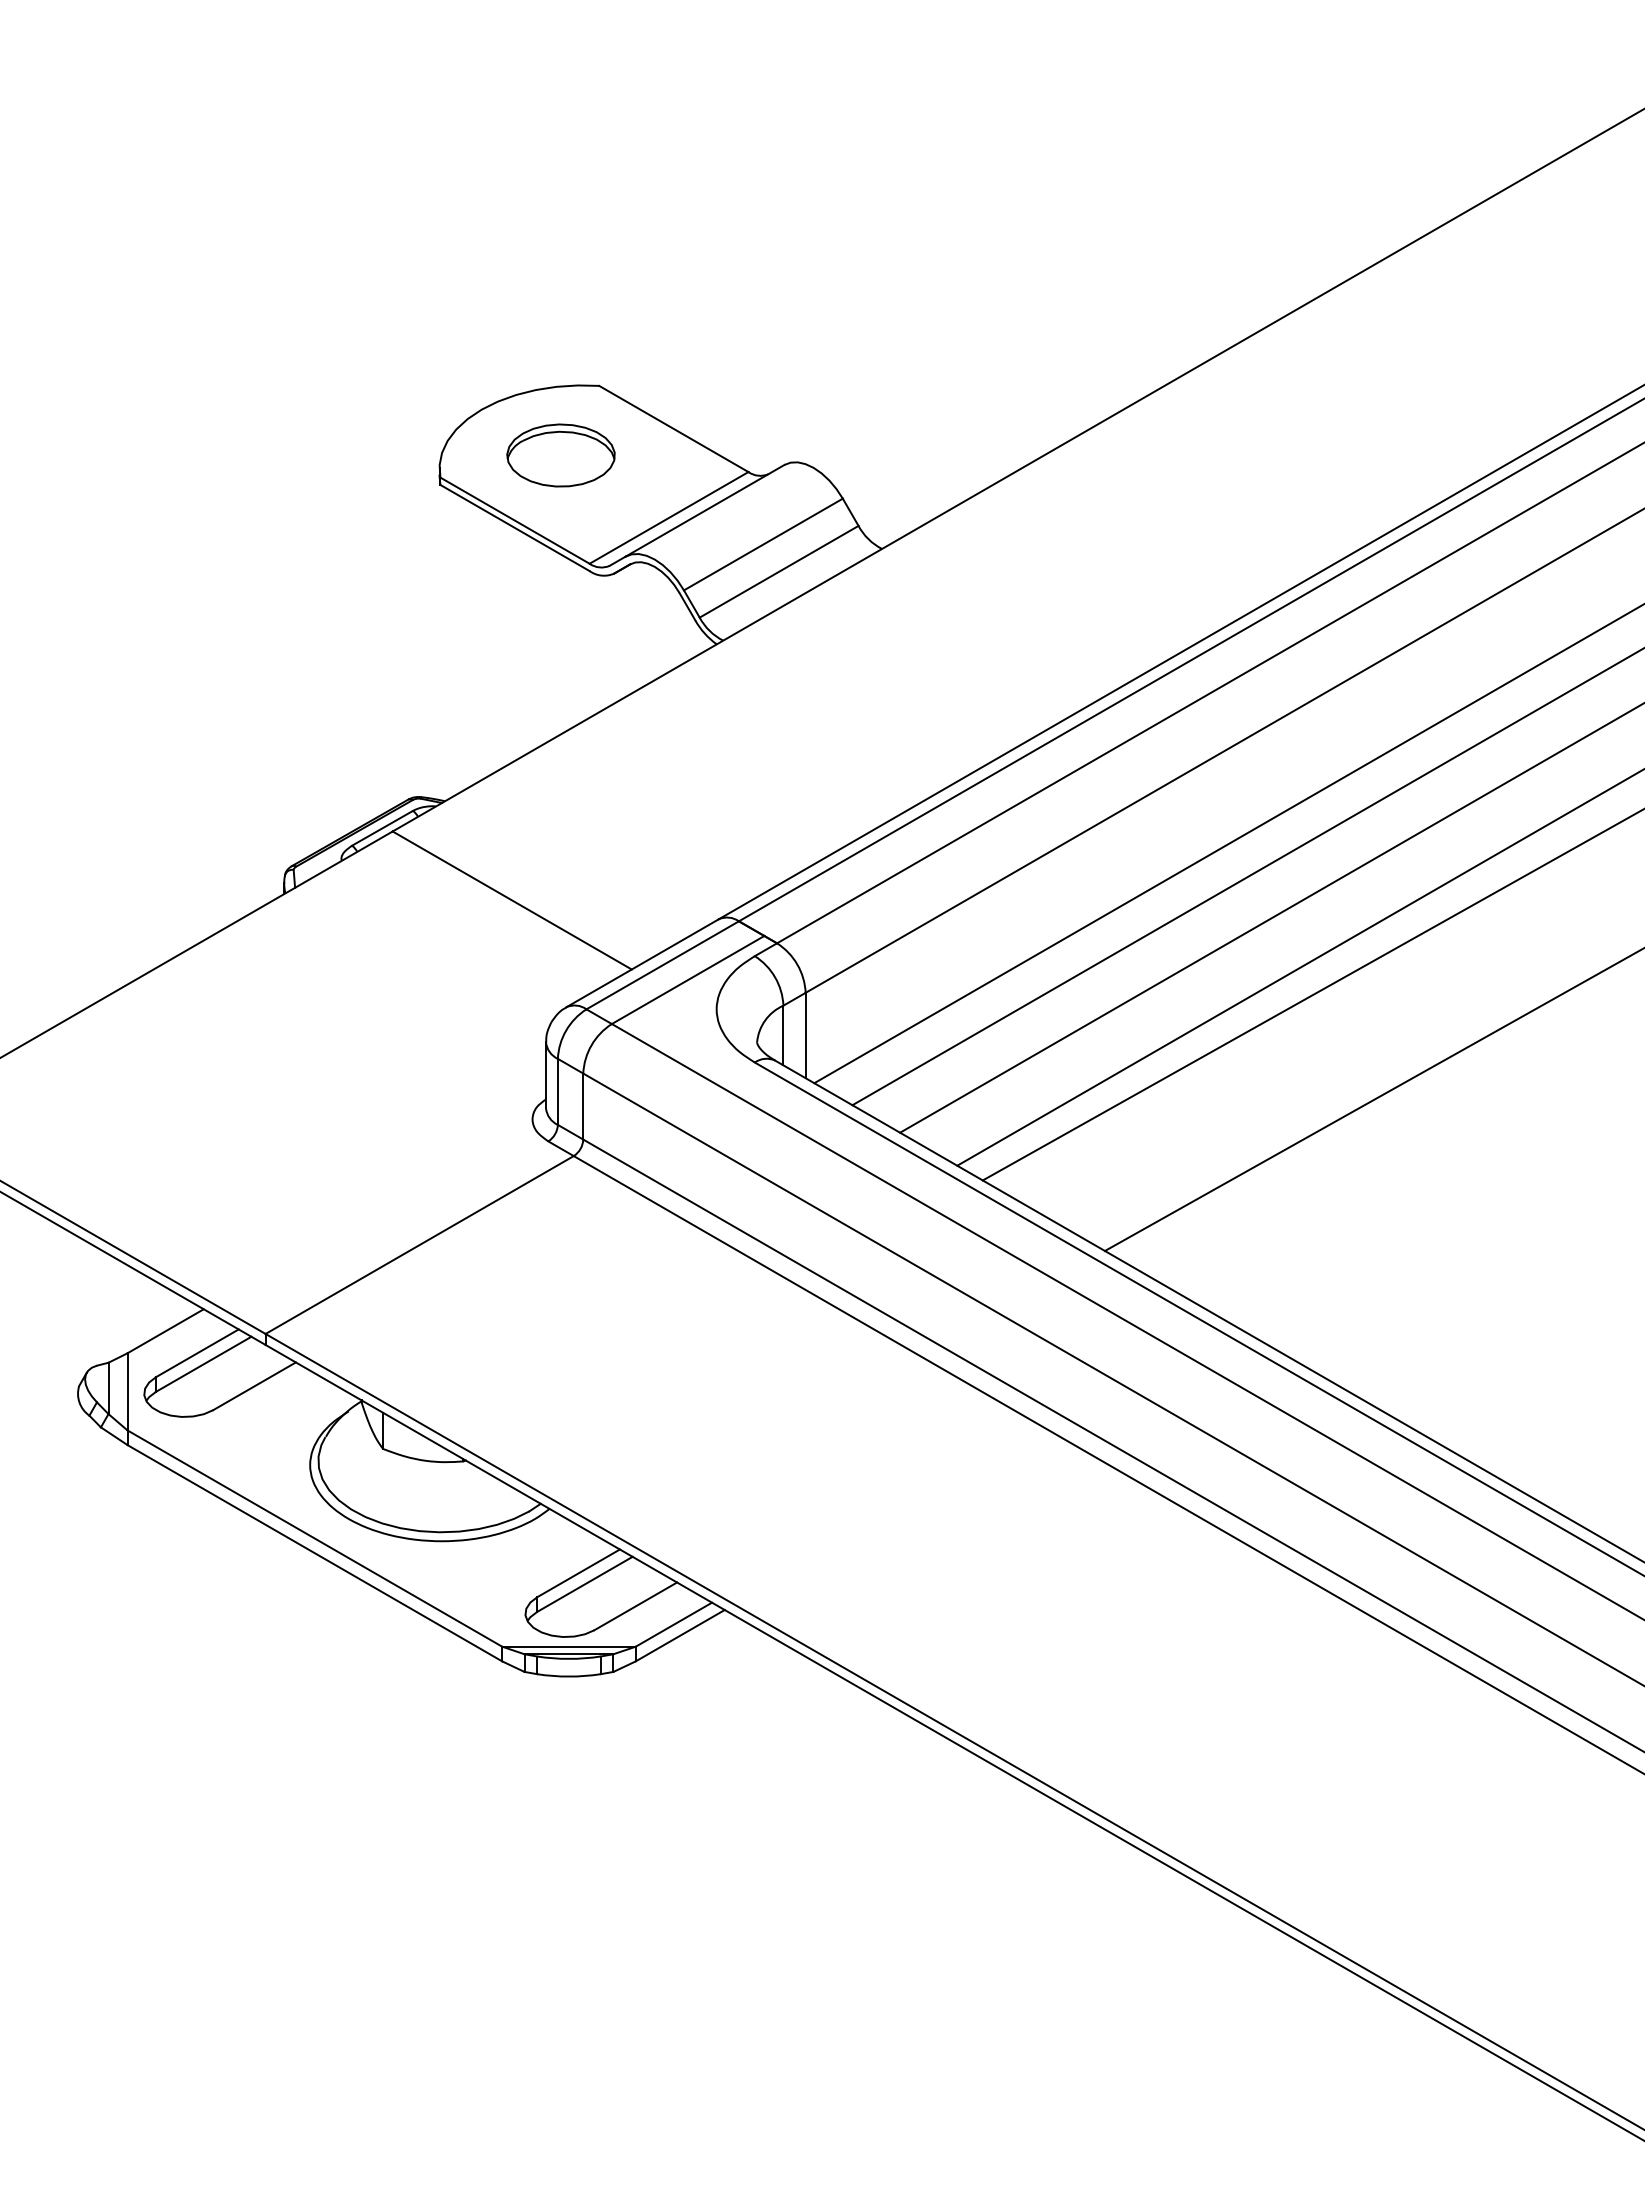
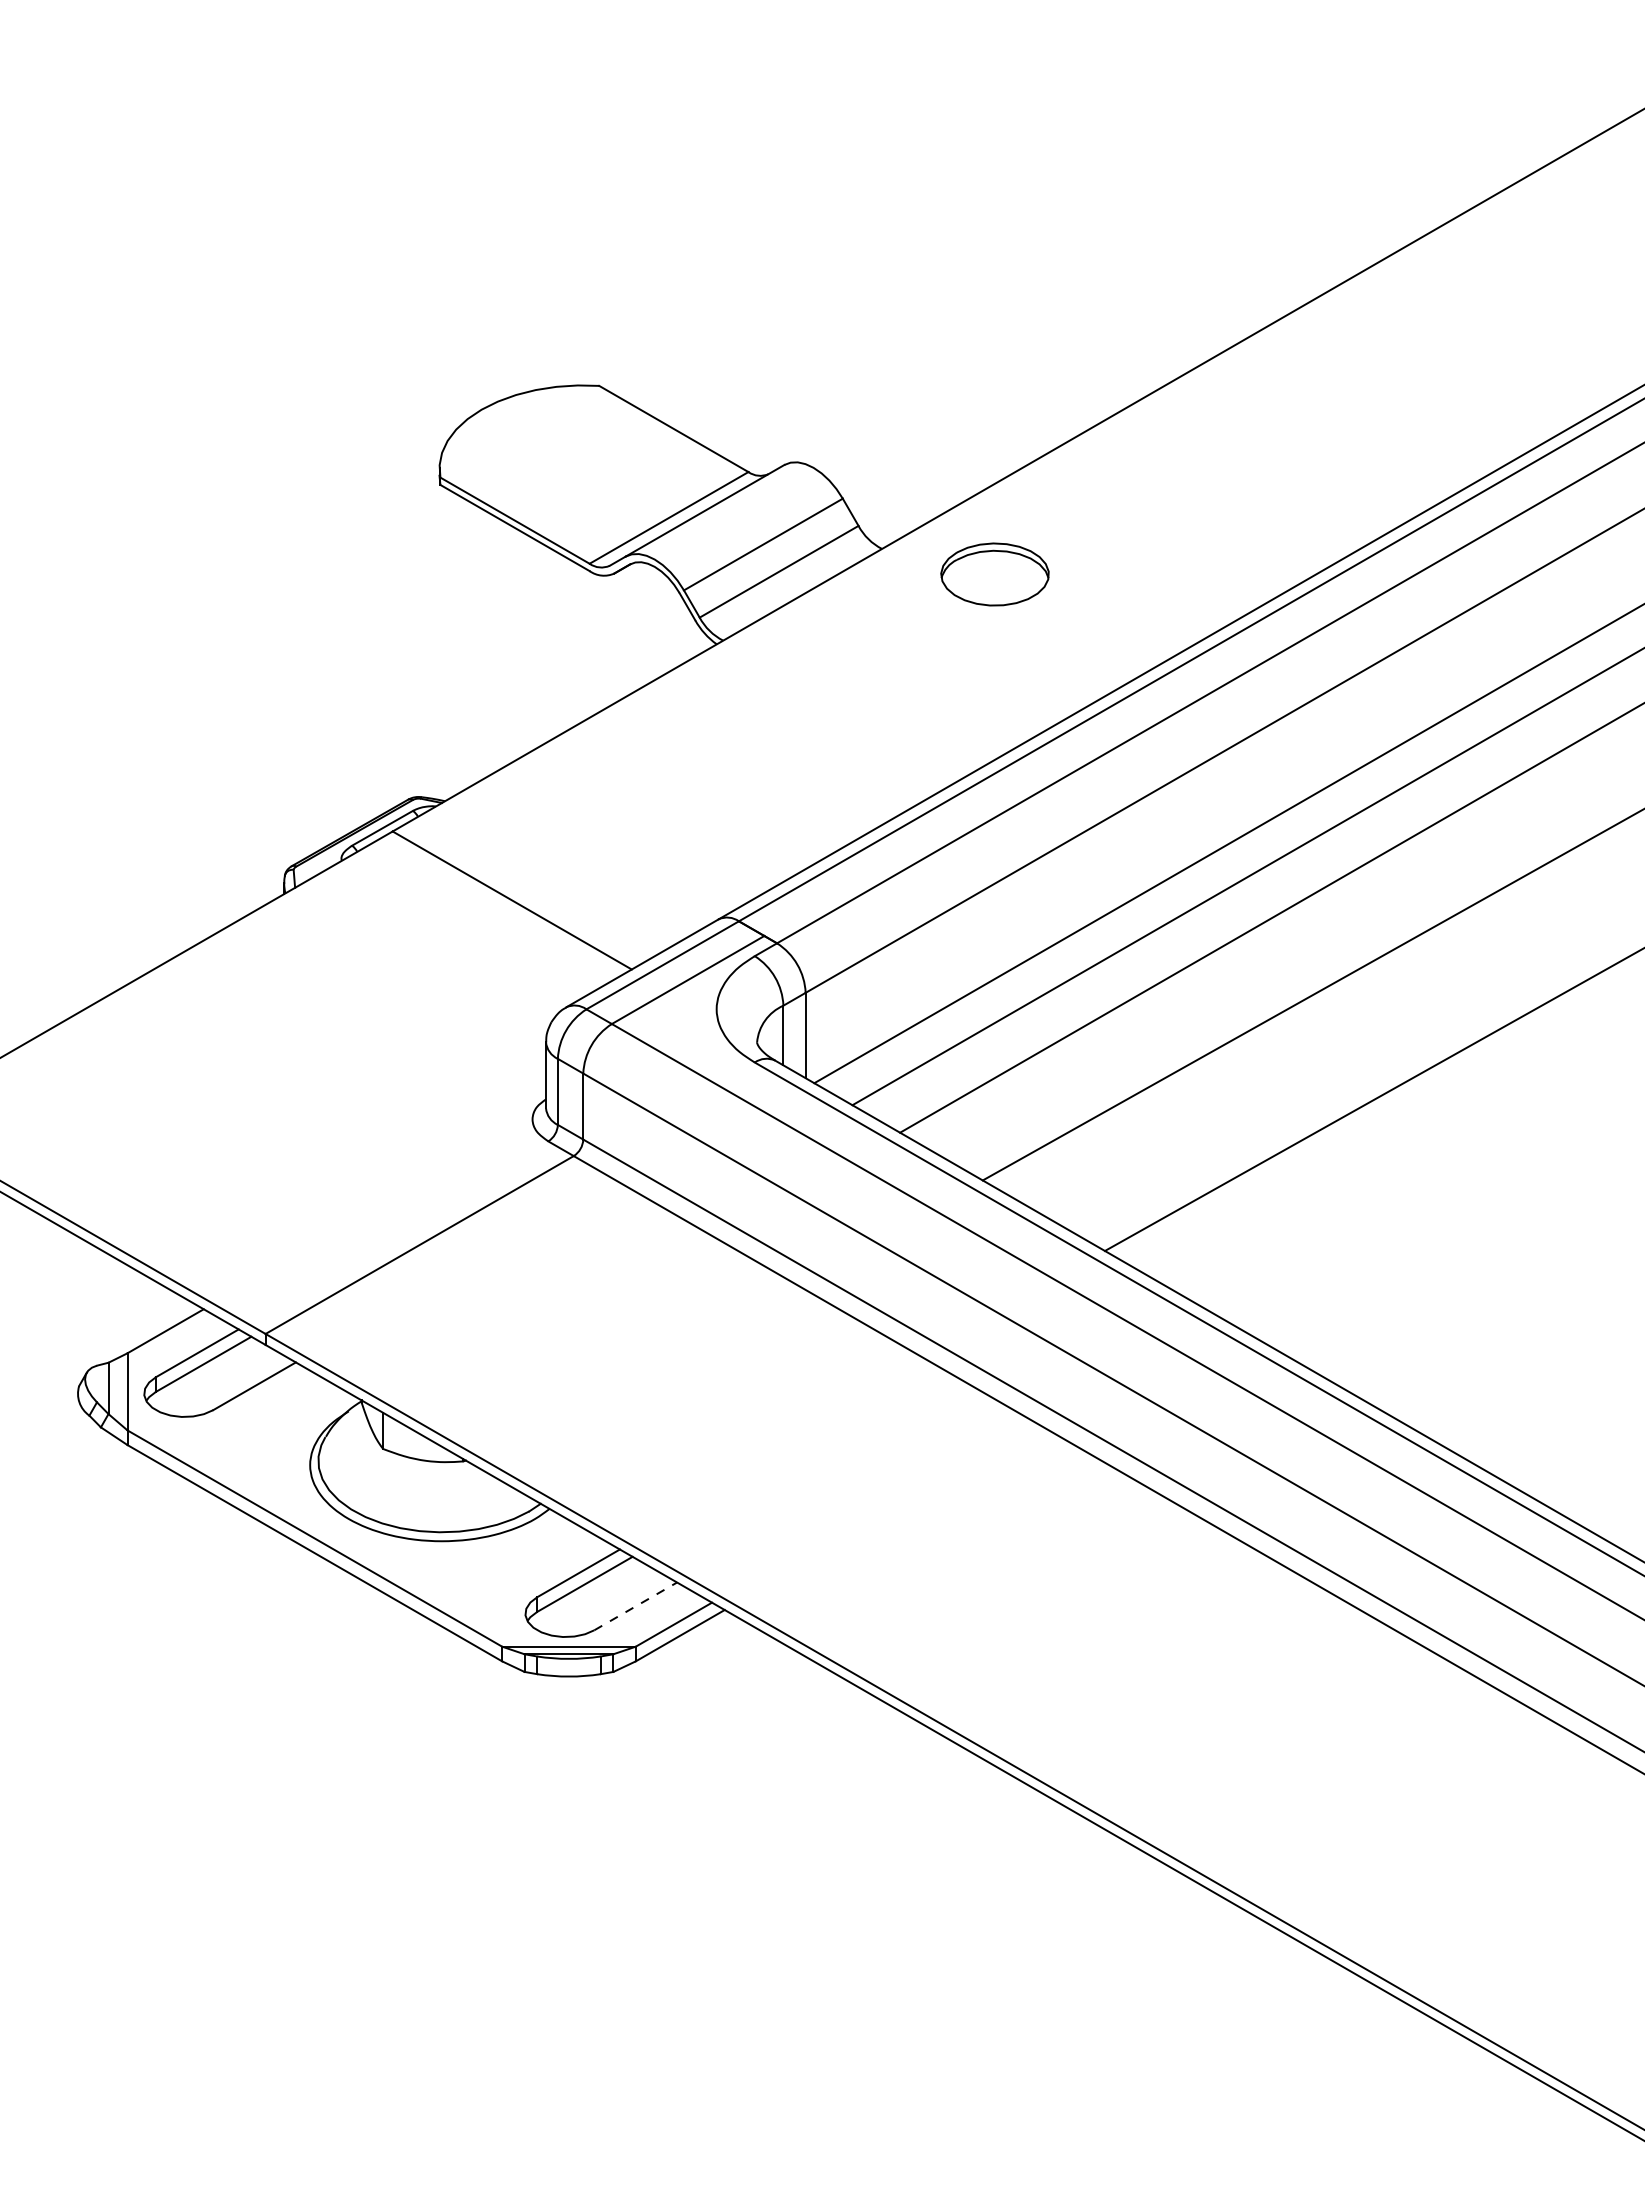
part at (560, 455) position: (560, 455) -> (994, 574)
line at (1299, 967): present -> none
line at (635, 1606): solid -> dashed
